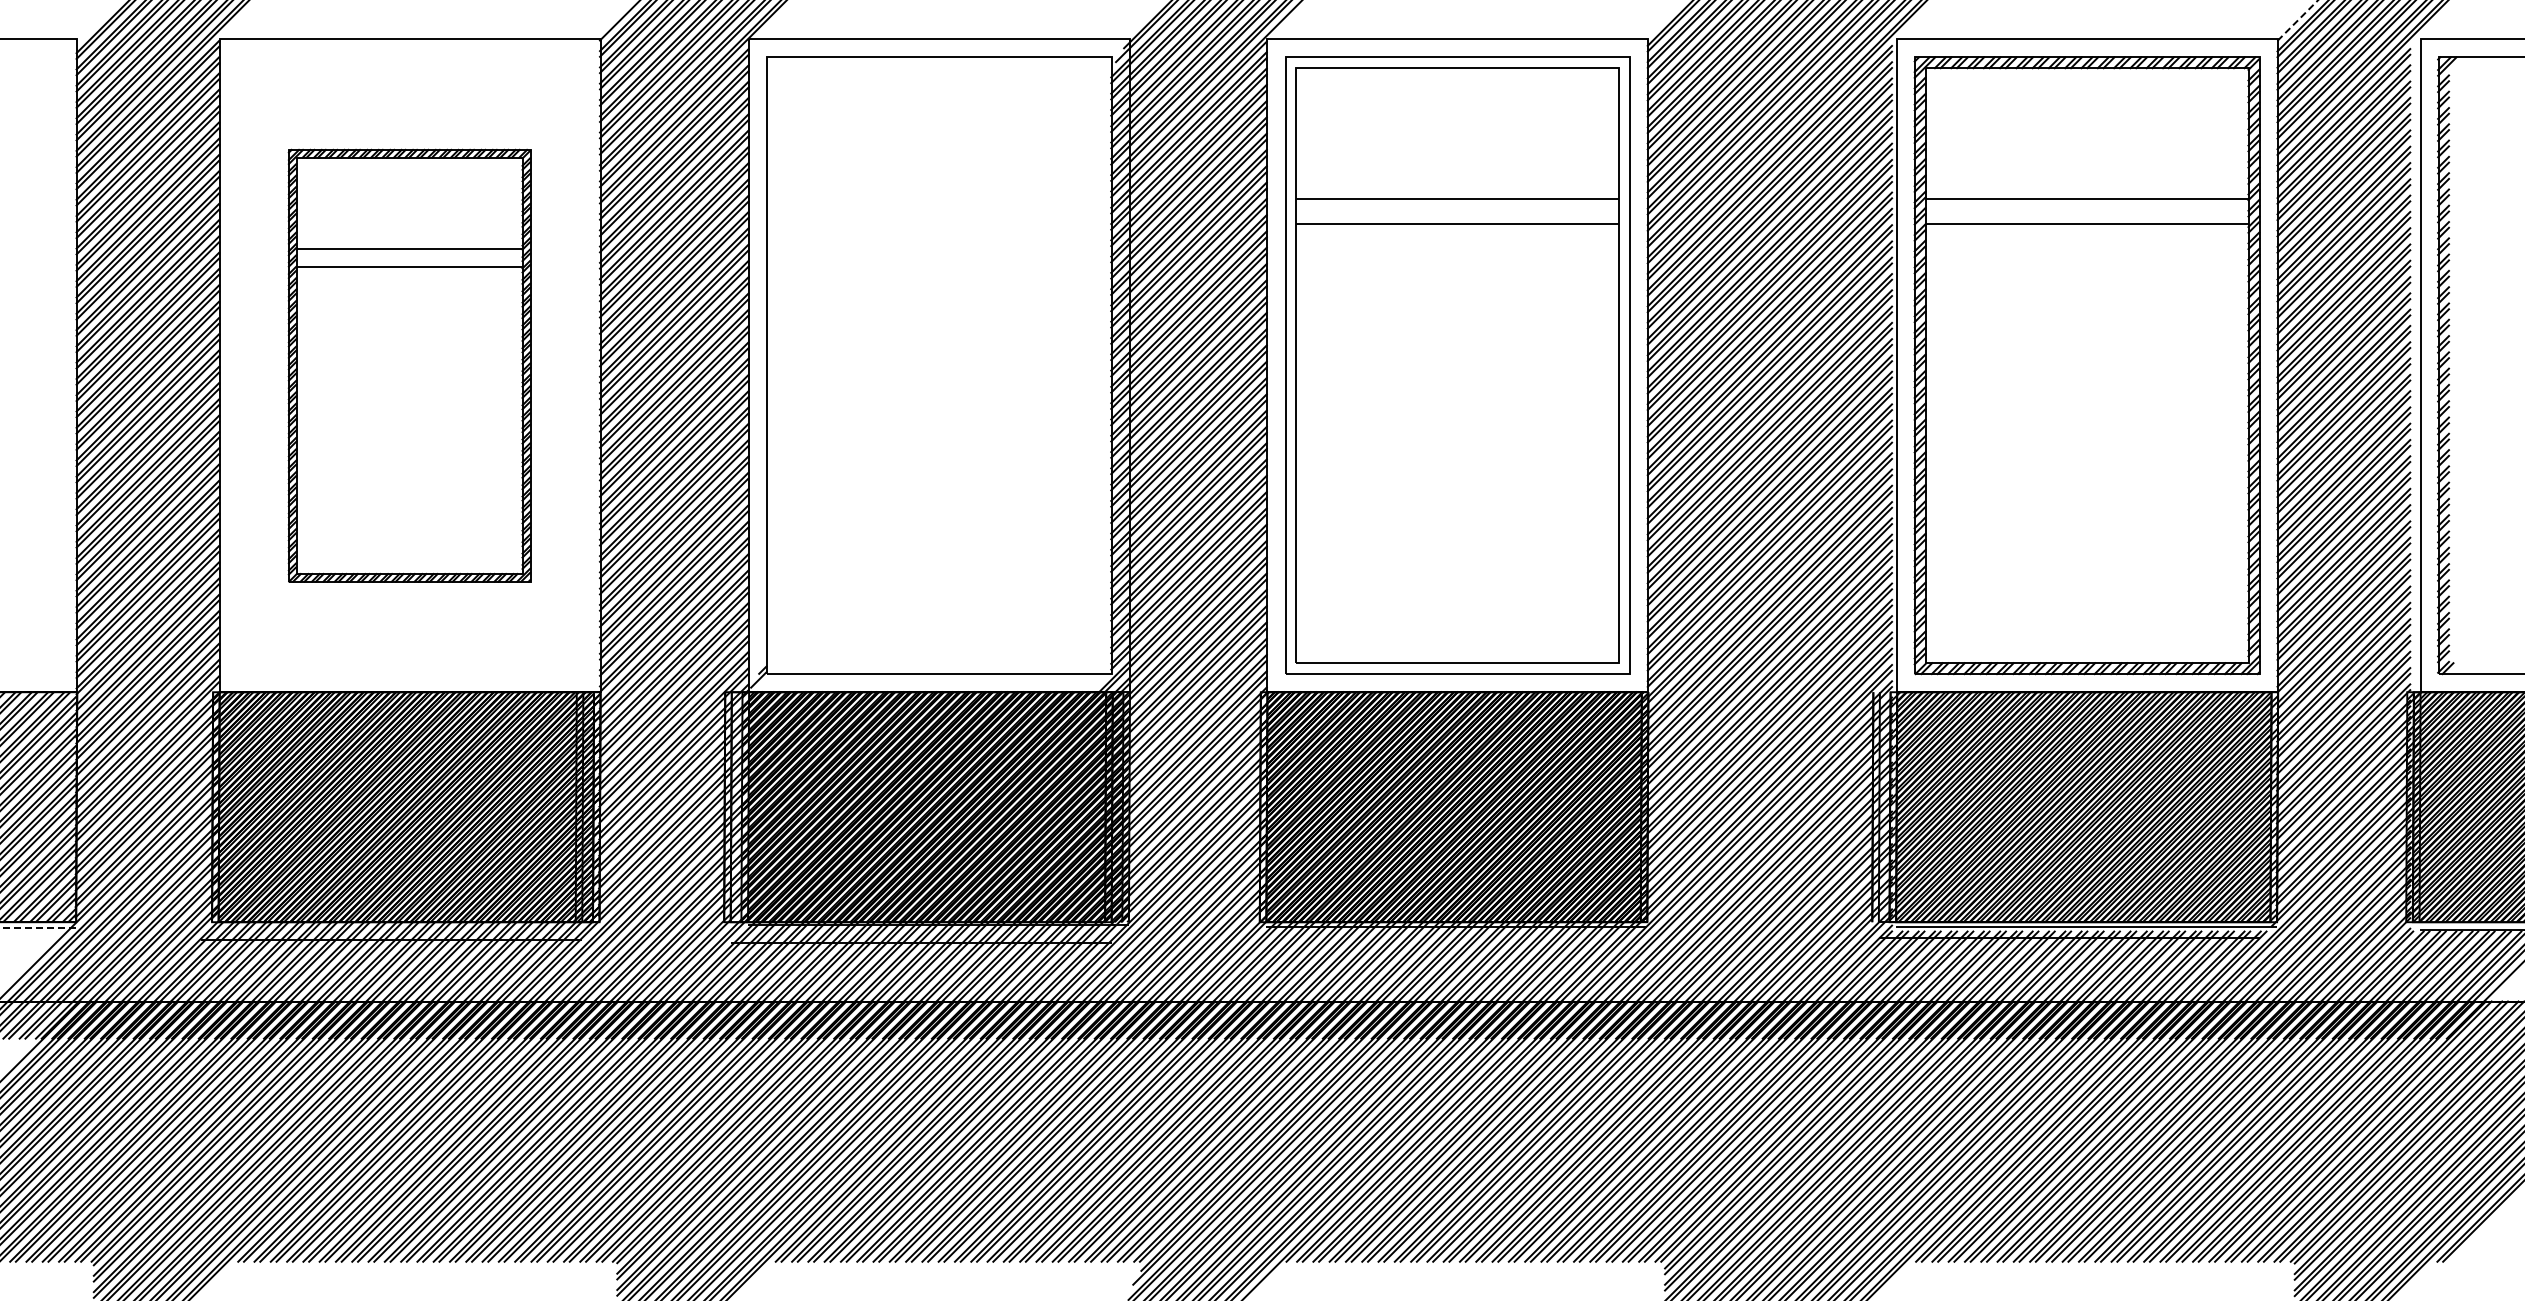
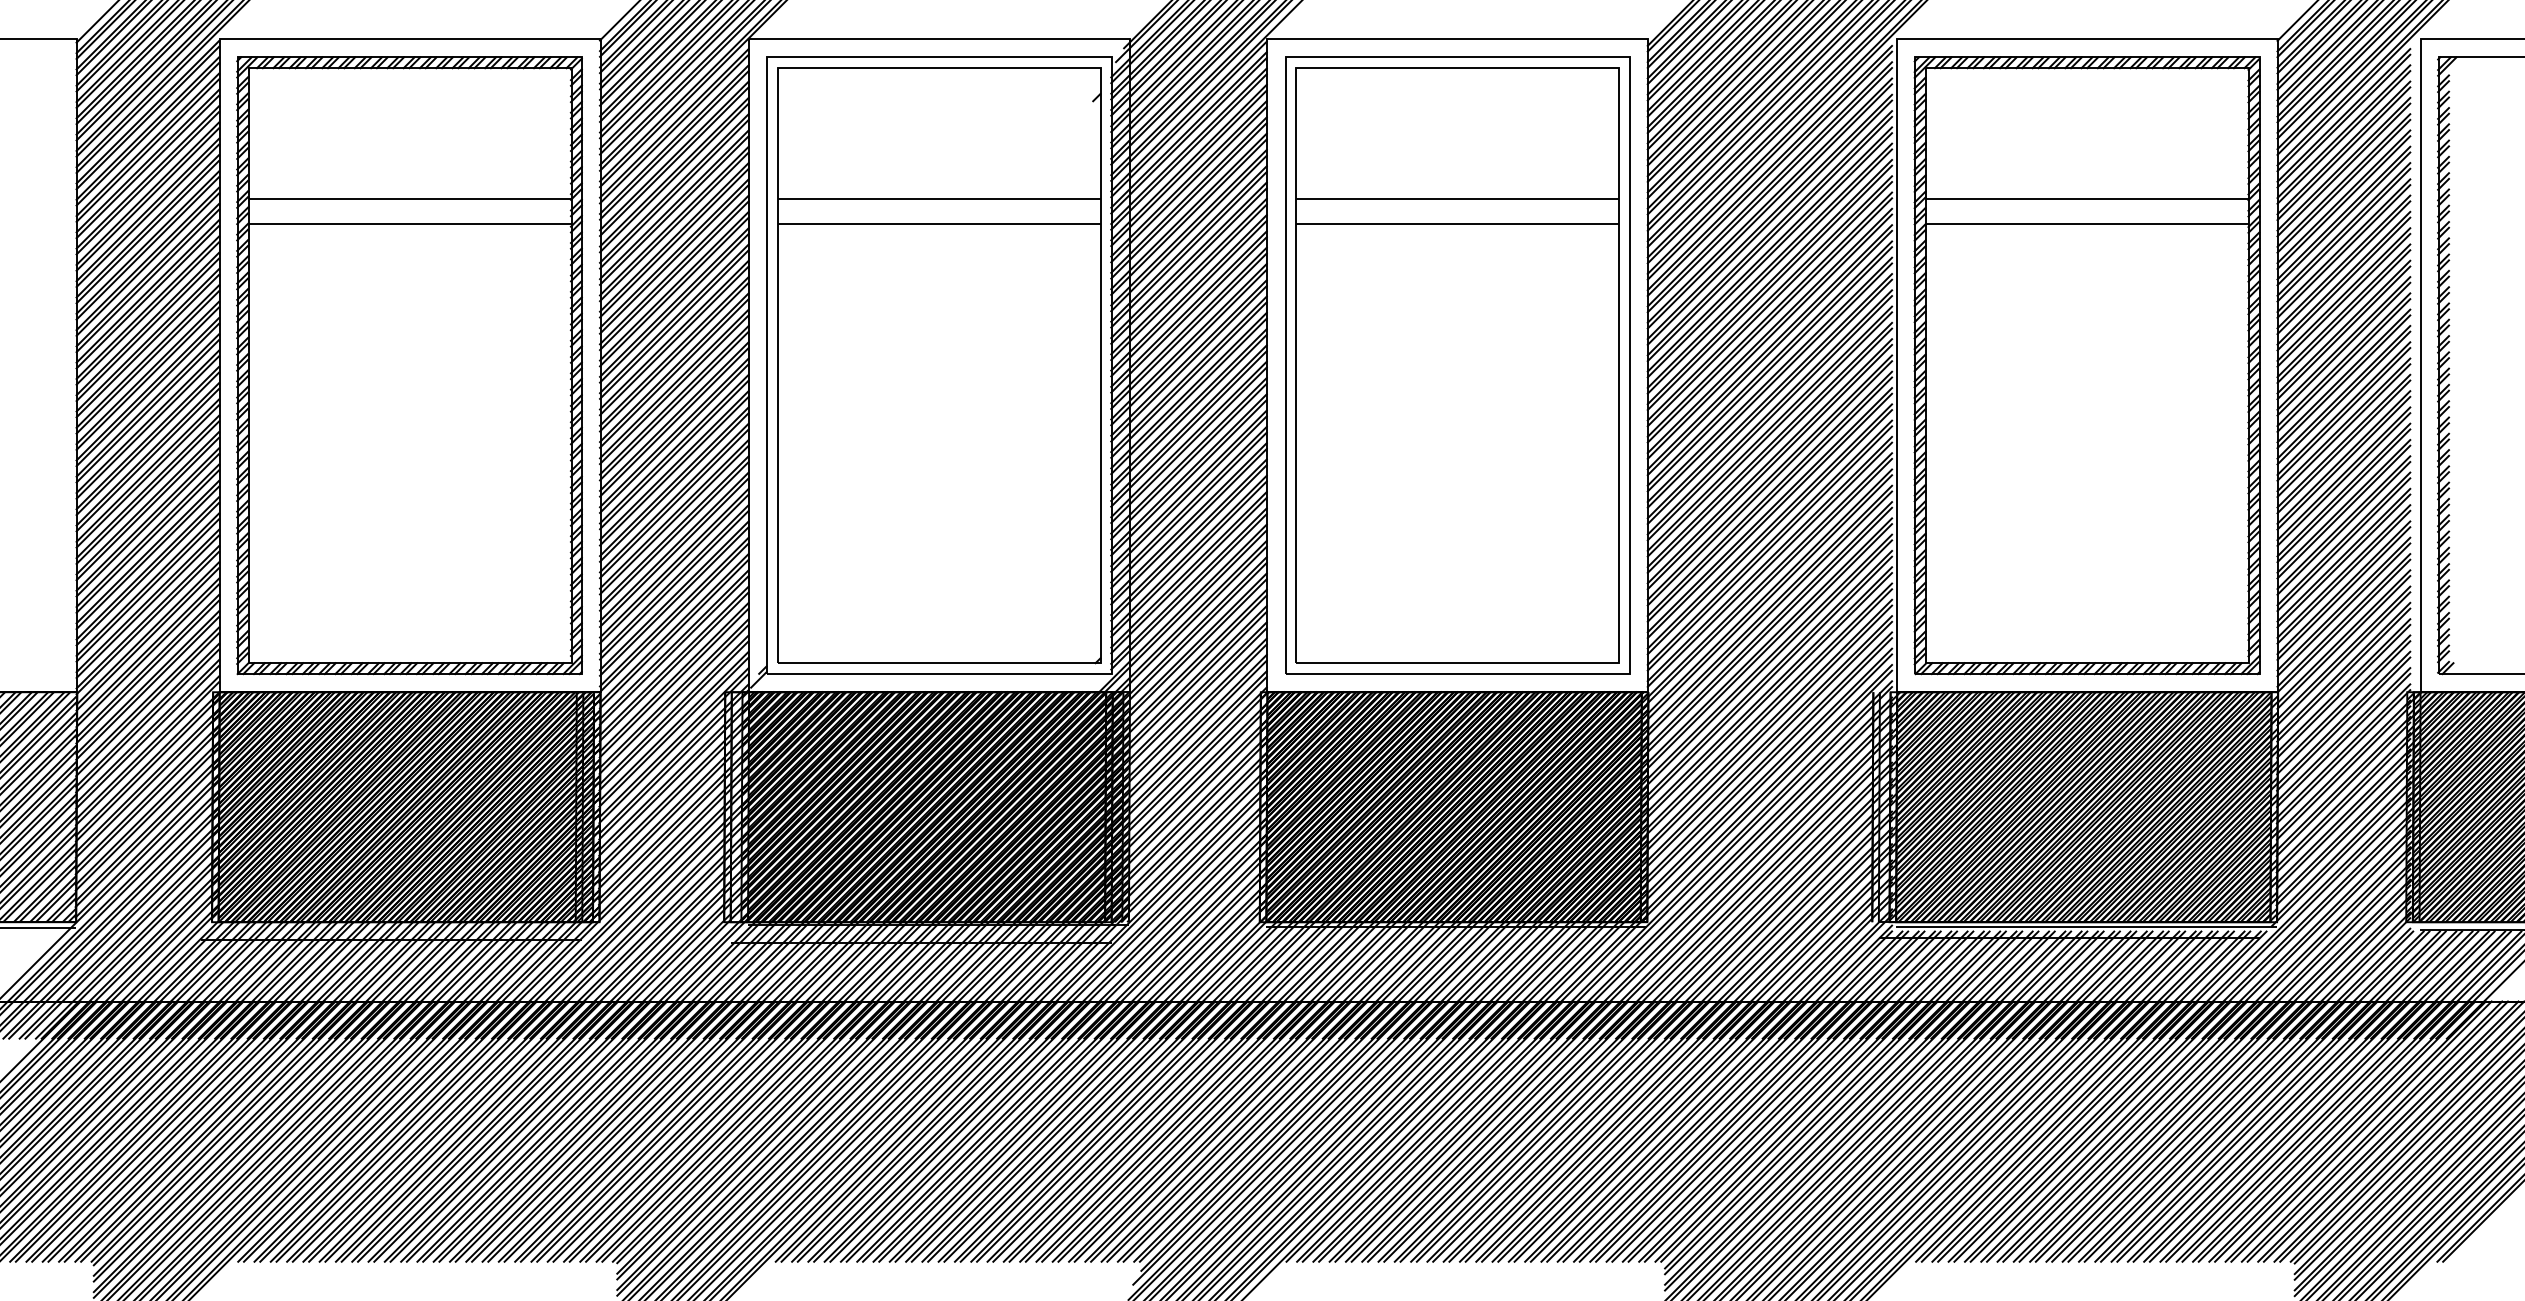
line at (2297, 20): dashed -> solid
line at (96, 22): none -> present
part at (409, 365) size: 245x435 px -> 347x620 px
part at (939, 365): none -> present
line at (38, 927): dashed -> solid
